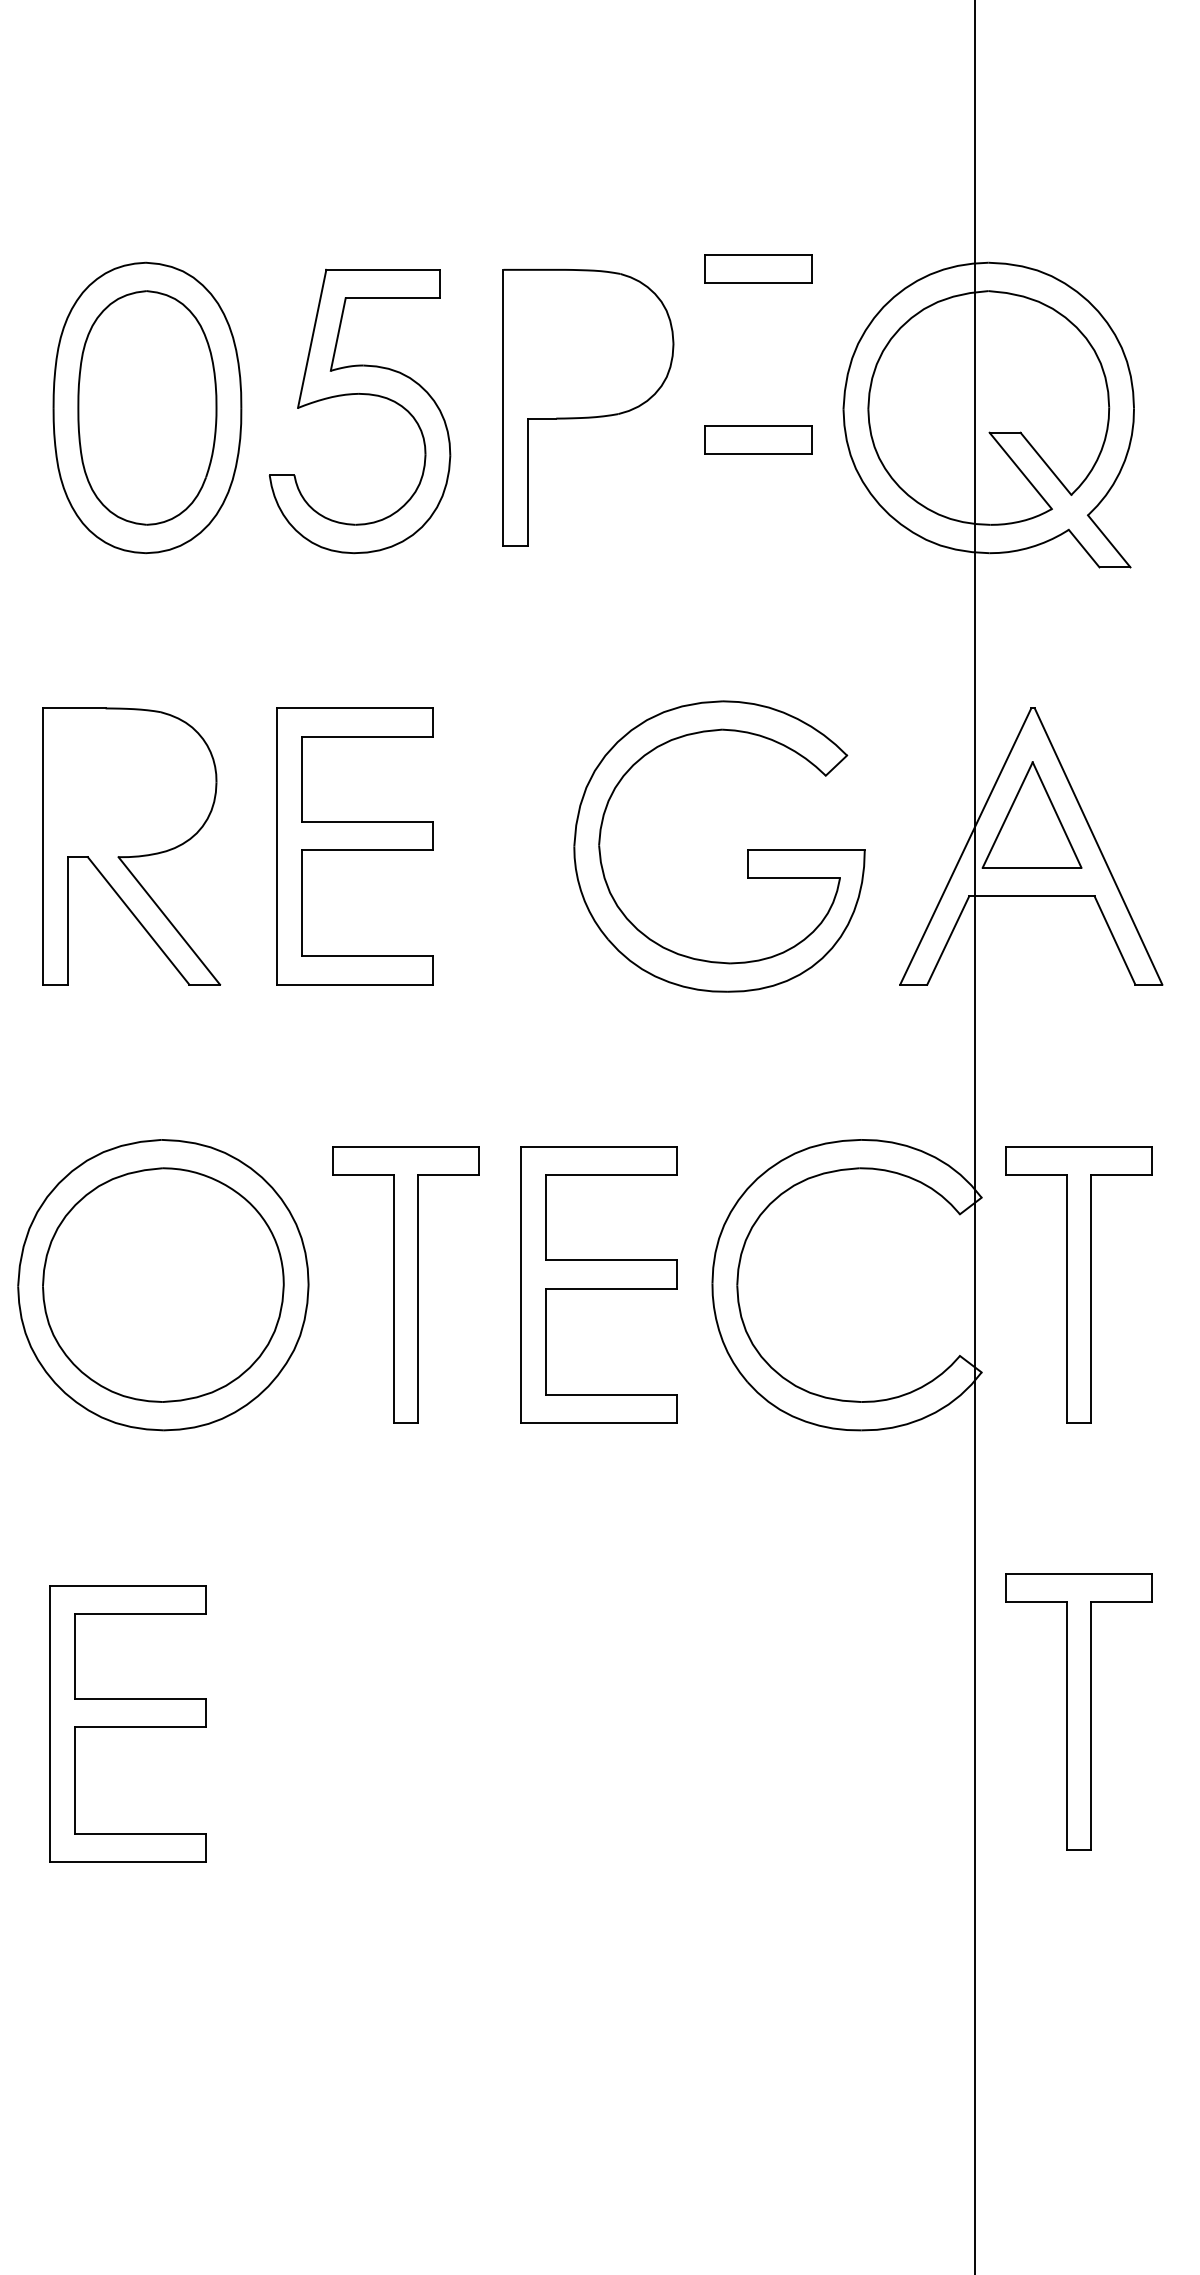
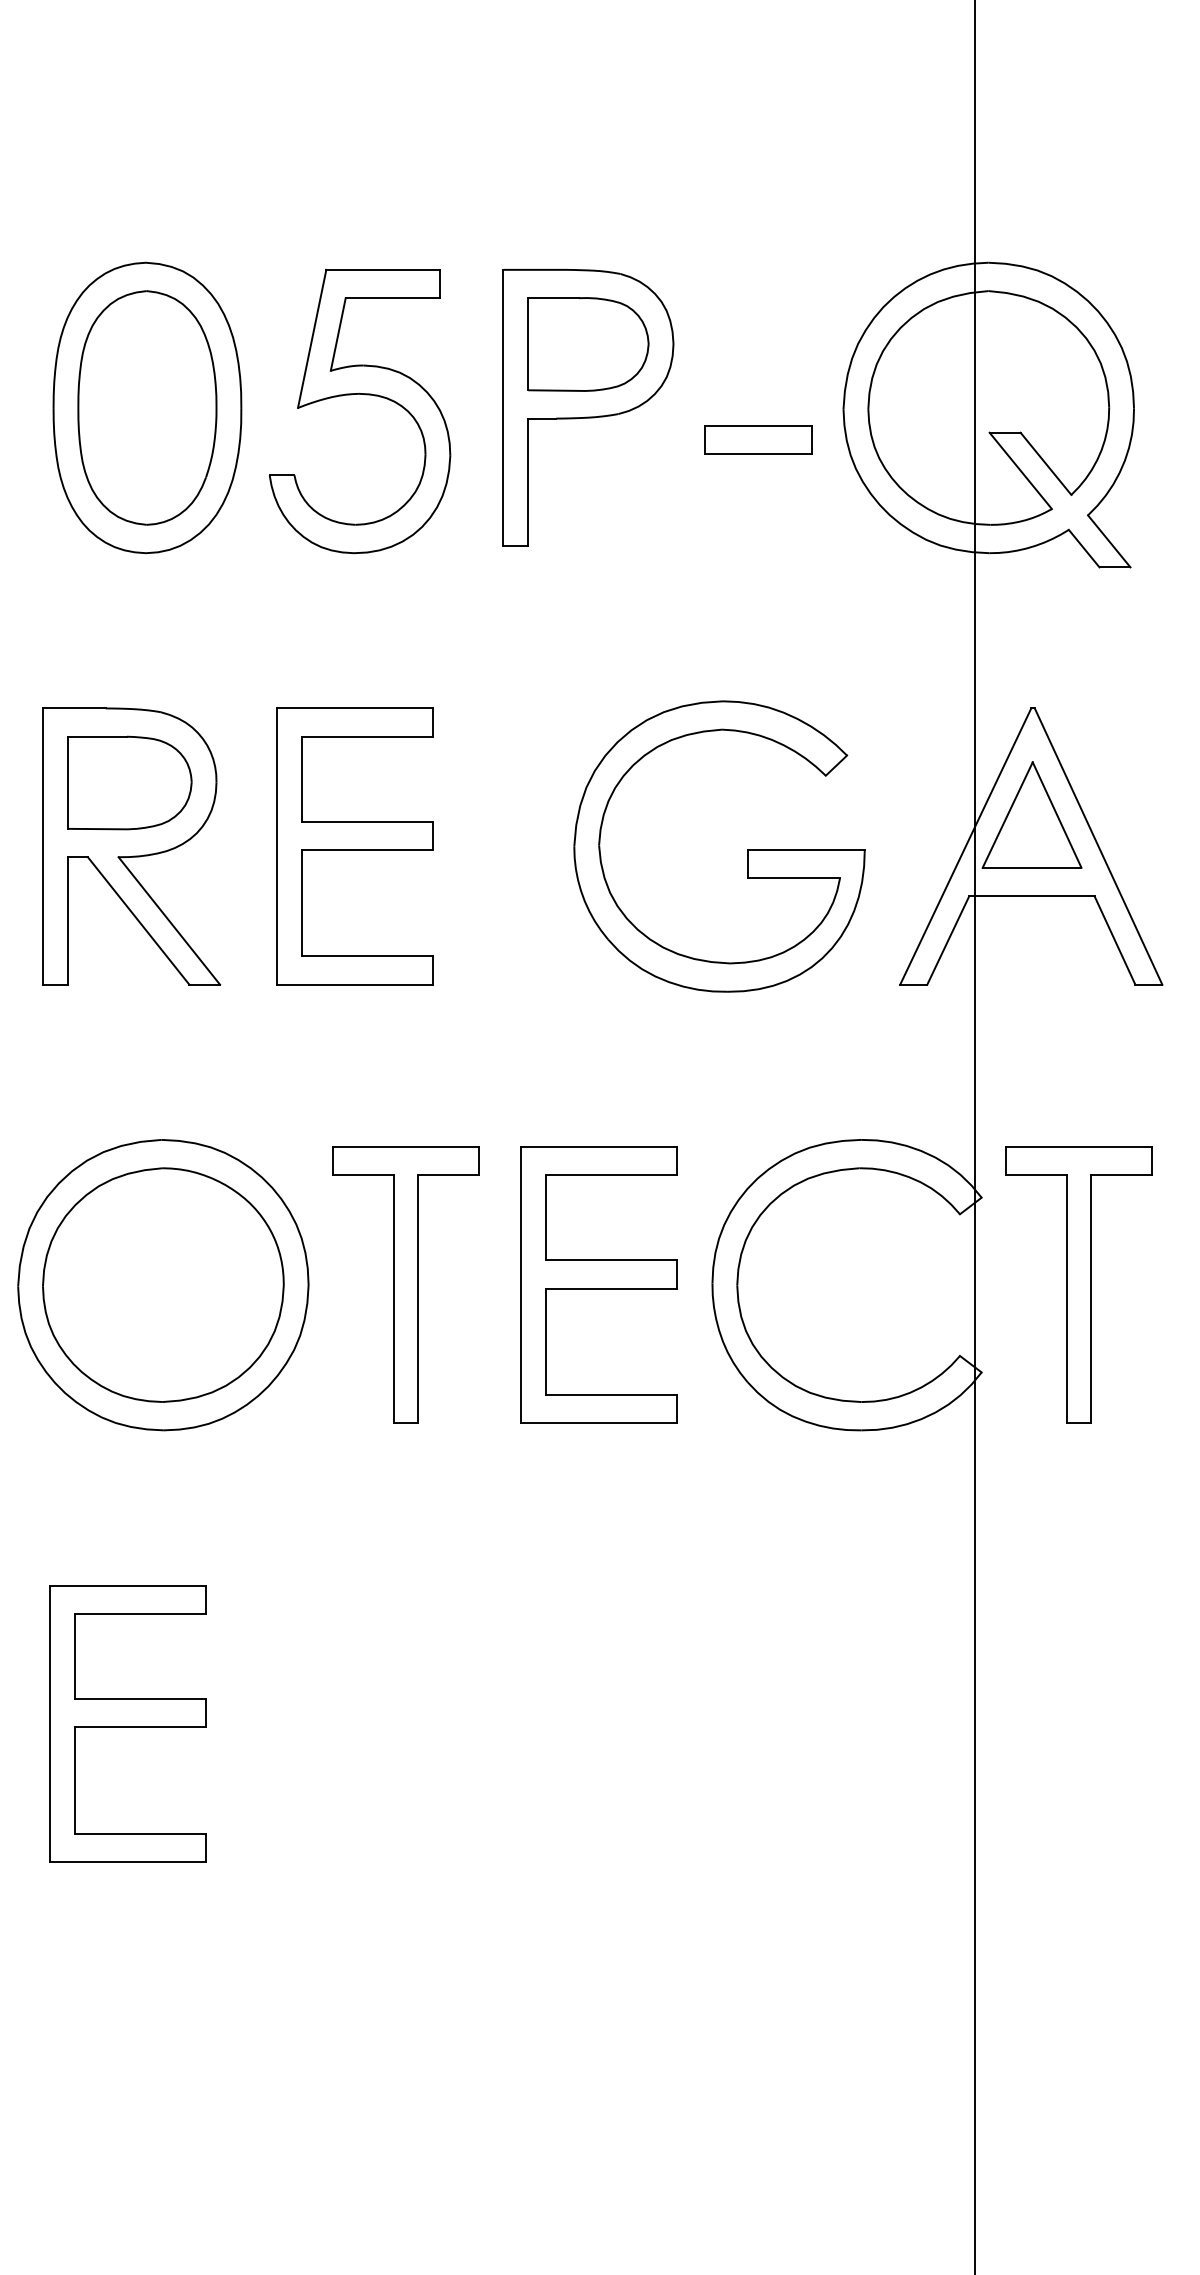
part at (758, 268): present -> none
part at (588, 344): none -> present
part at (129, 782): none -> present
part at (1078, 1711): present -> none
